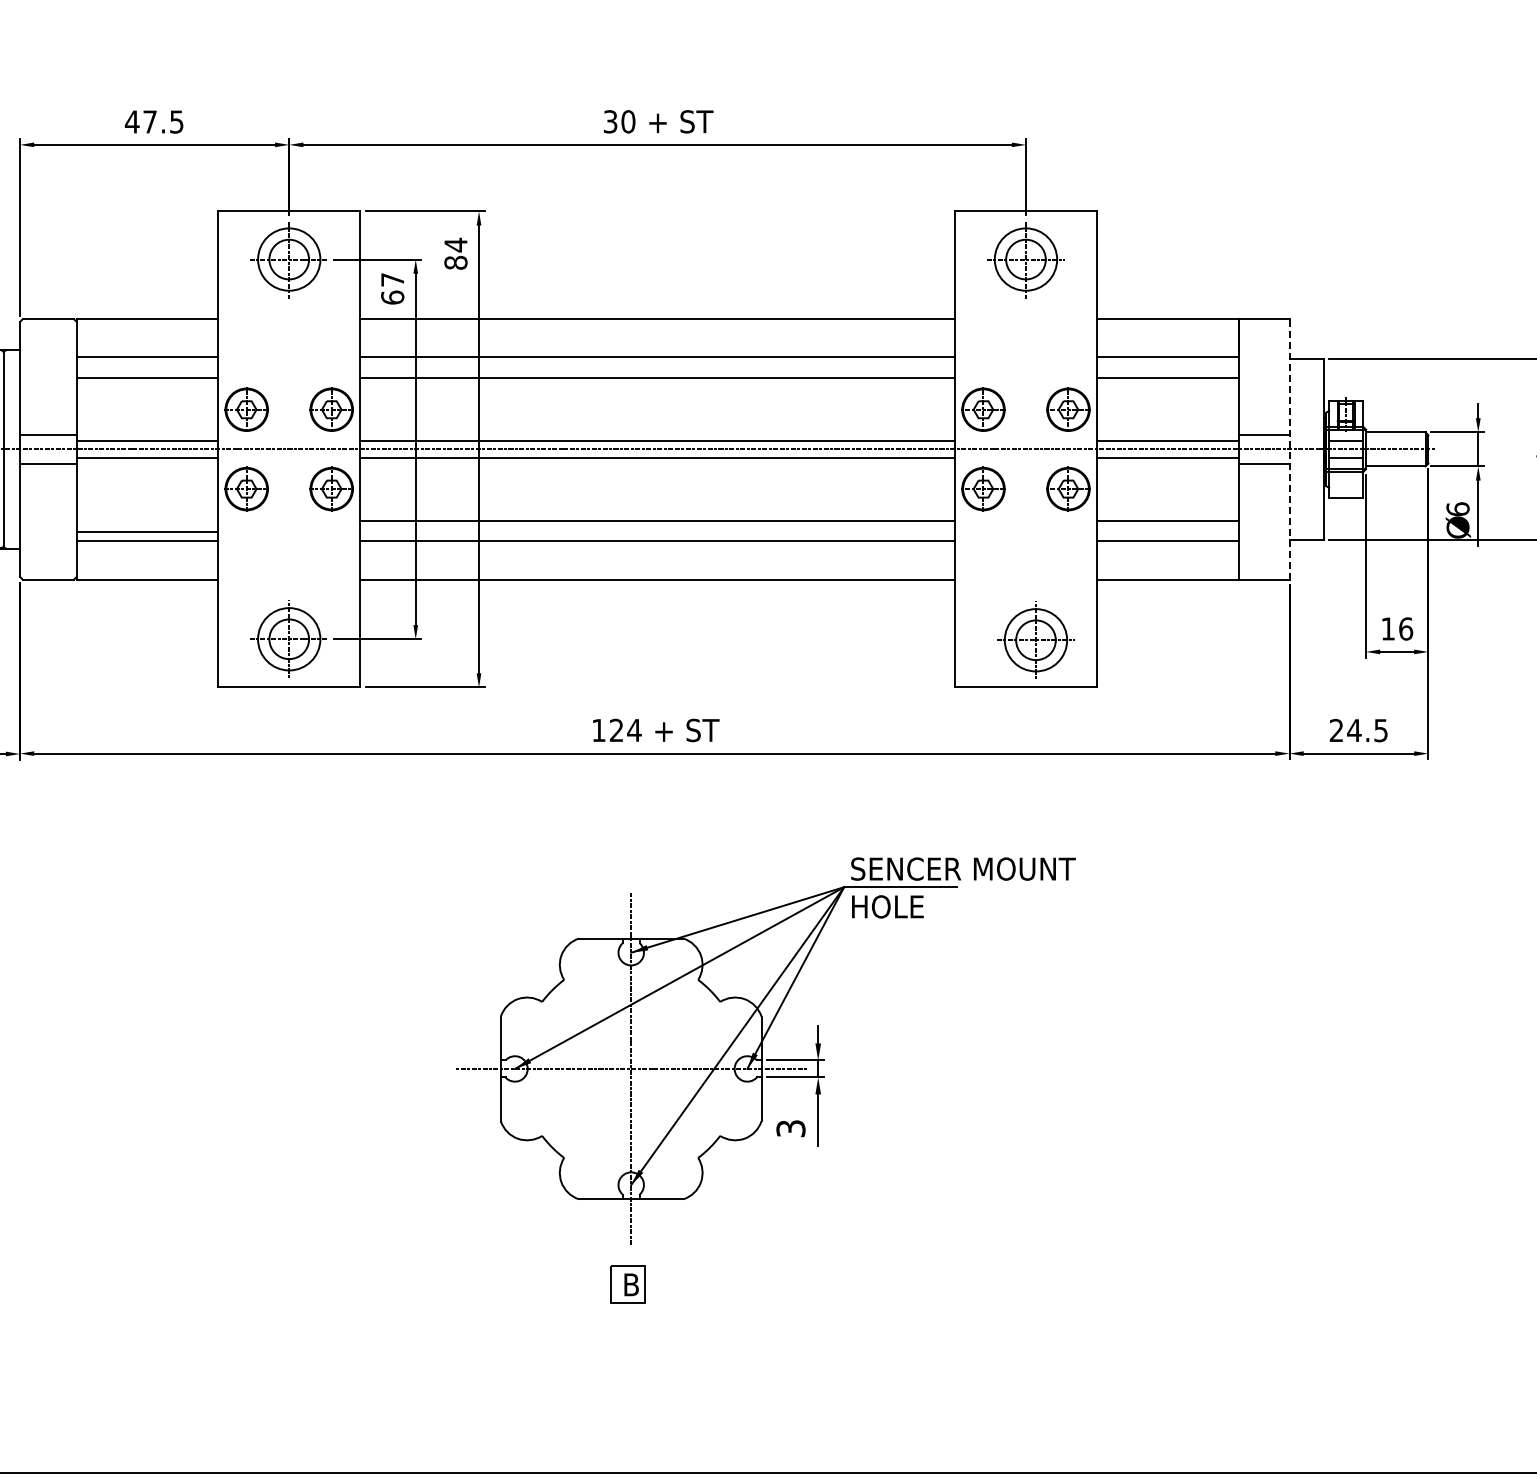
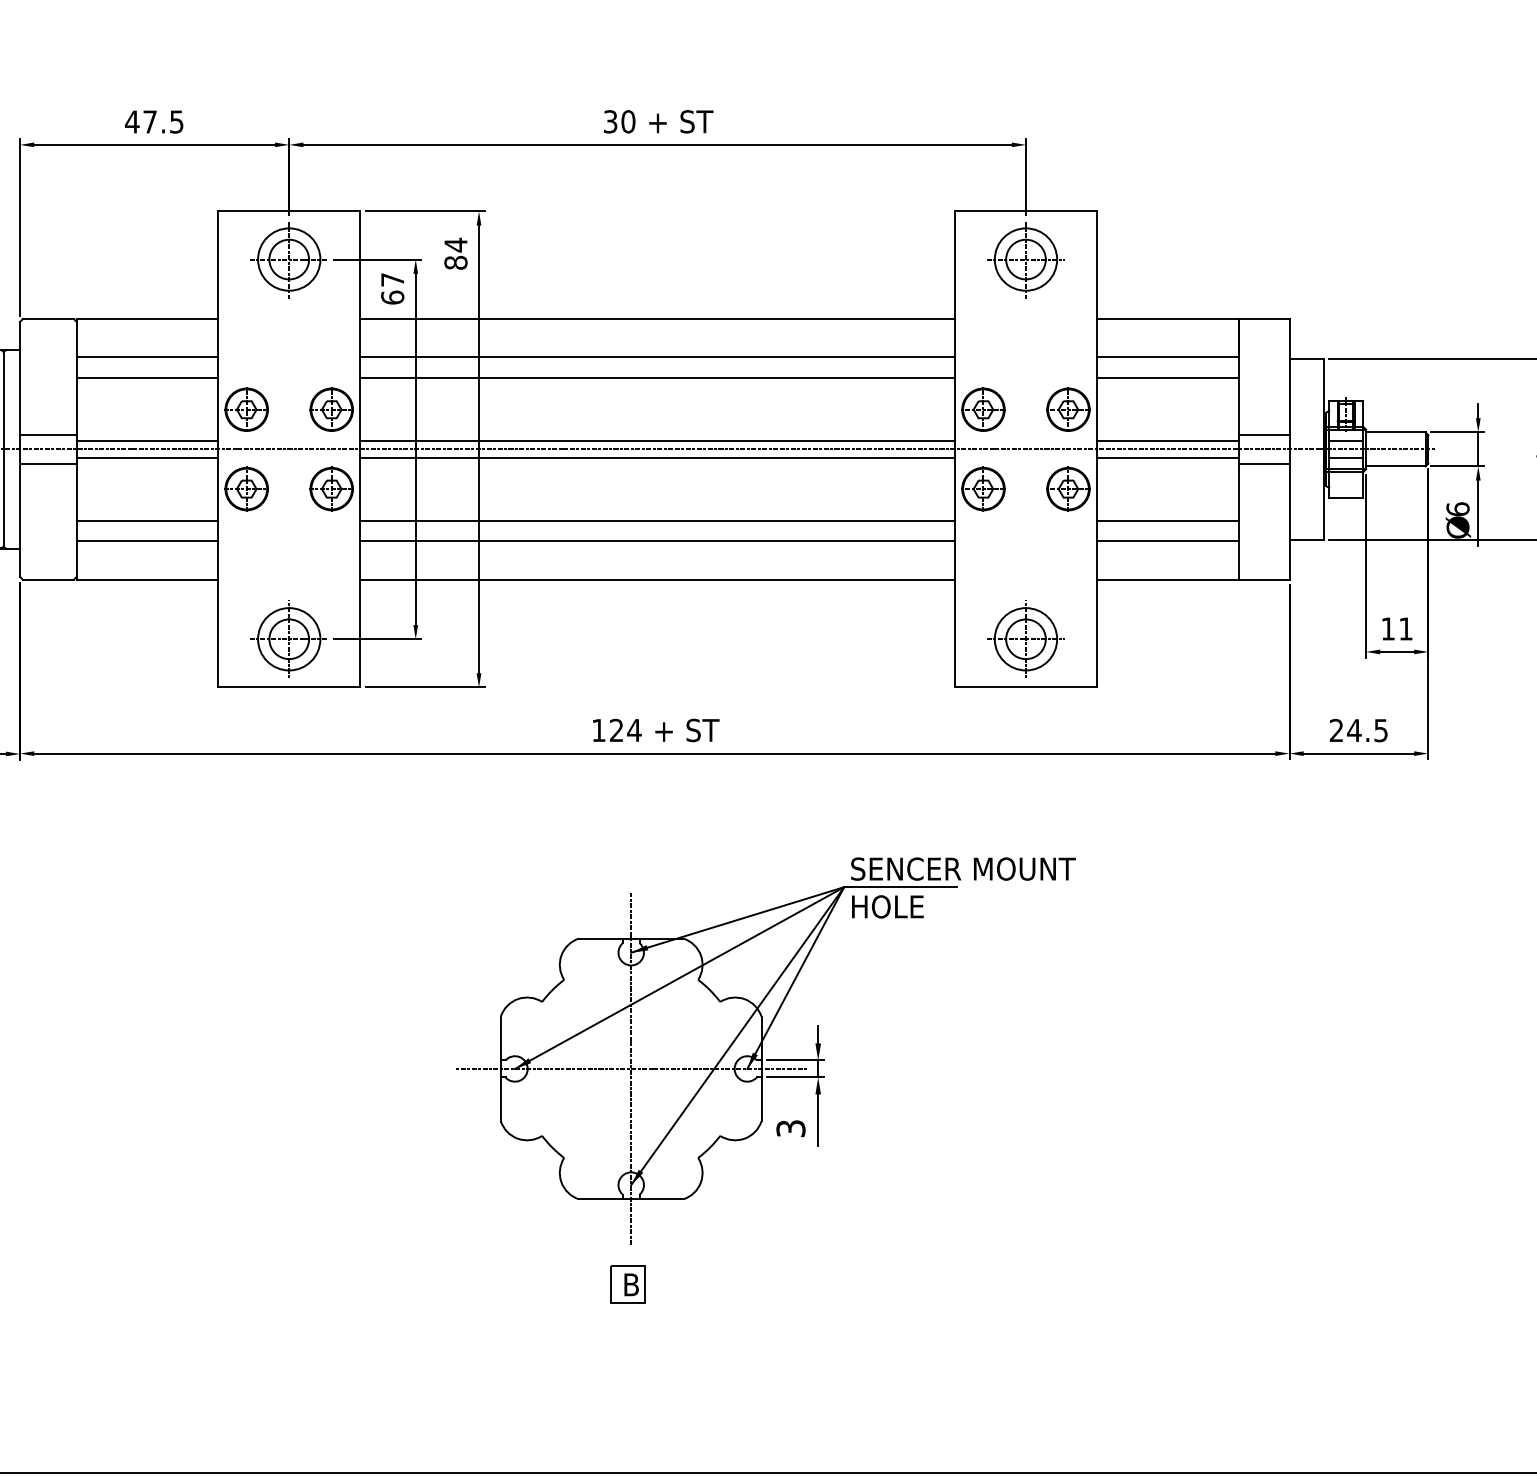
line at (1289, 448): dashed -> solid
line at (147, 531) position: (147, 531) -> (147, 520)
text at (1406, 628): 16 -> 11
part at (1035, 639) position: (1035, 639) -> (1025, 638)
